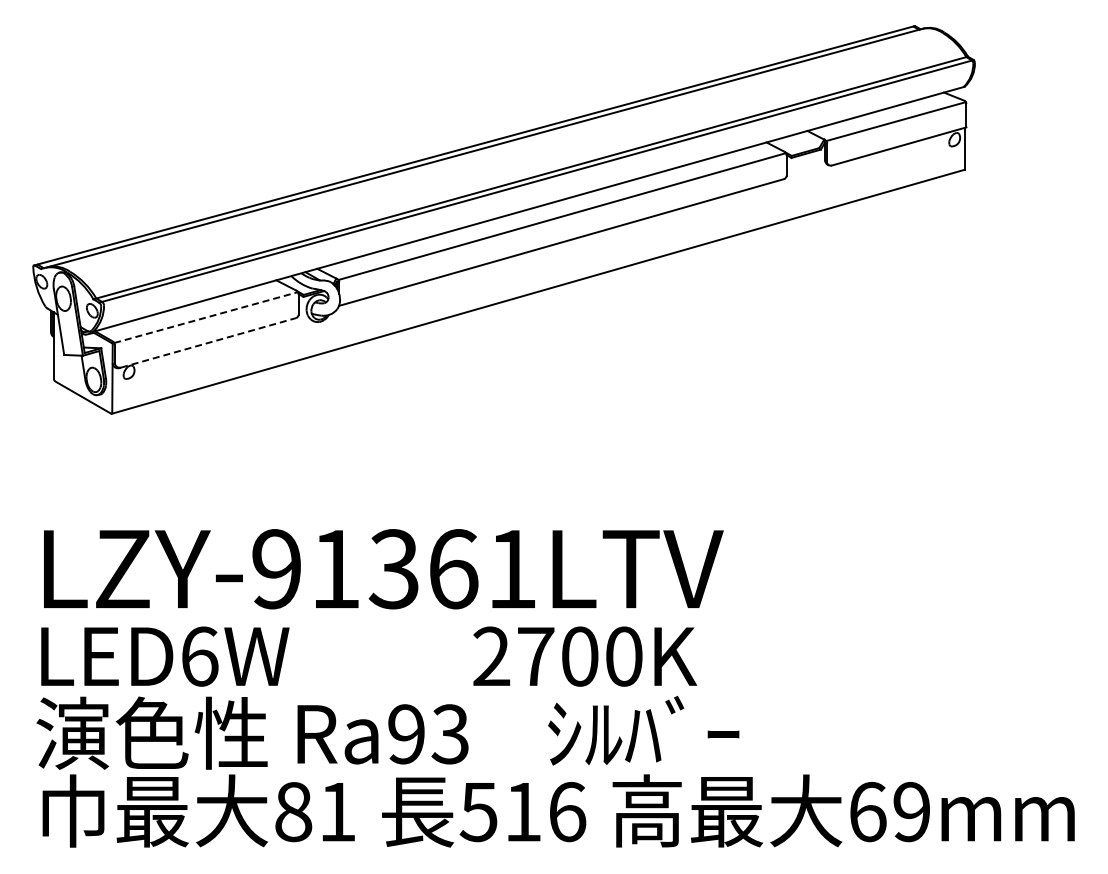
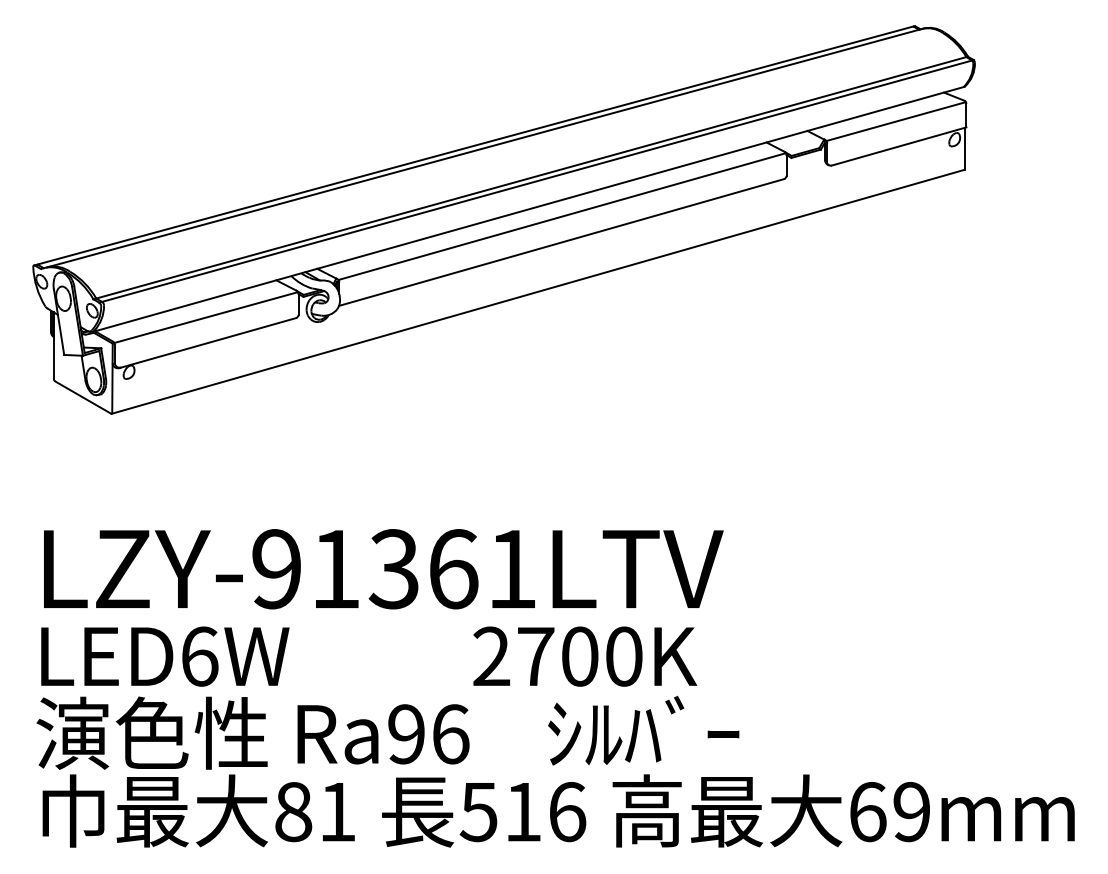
line at (206, 317): dashed -> solid
line at (208, 342): dashed -> solid
text at (450, 734): Ra93 -> Ra96
